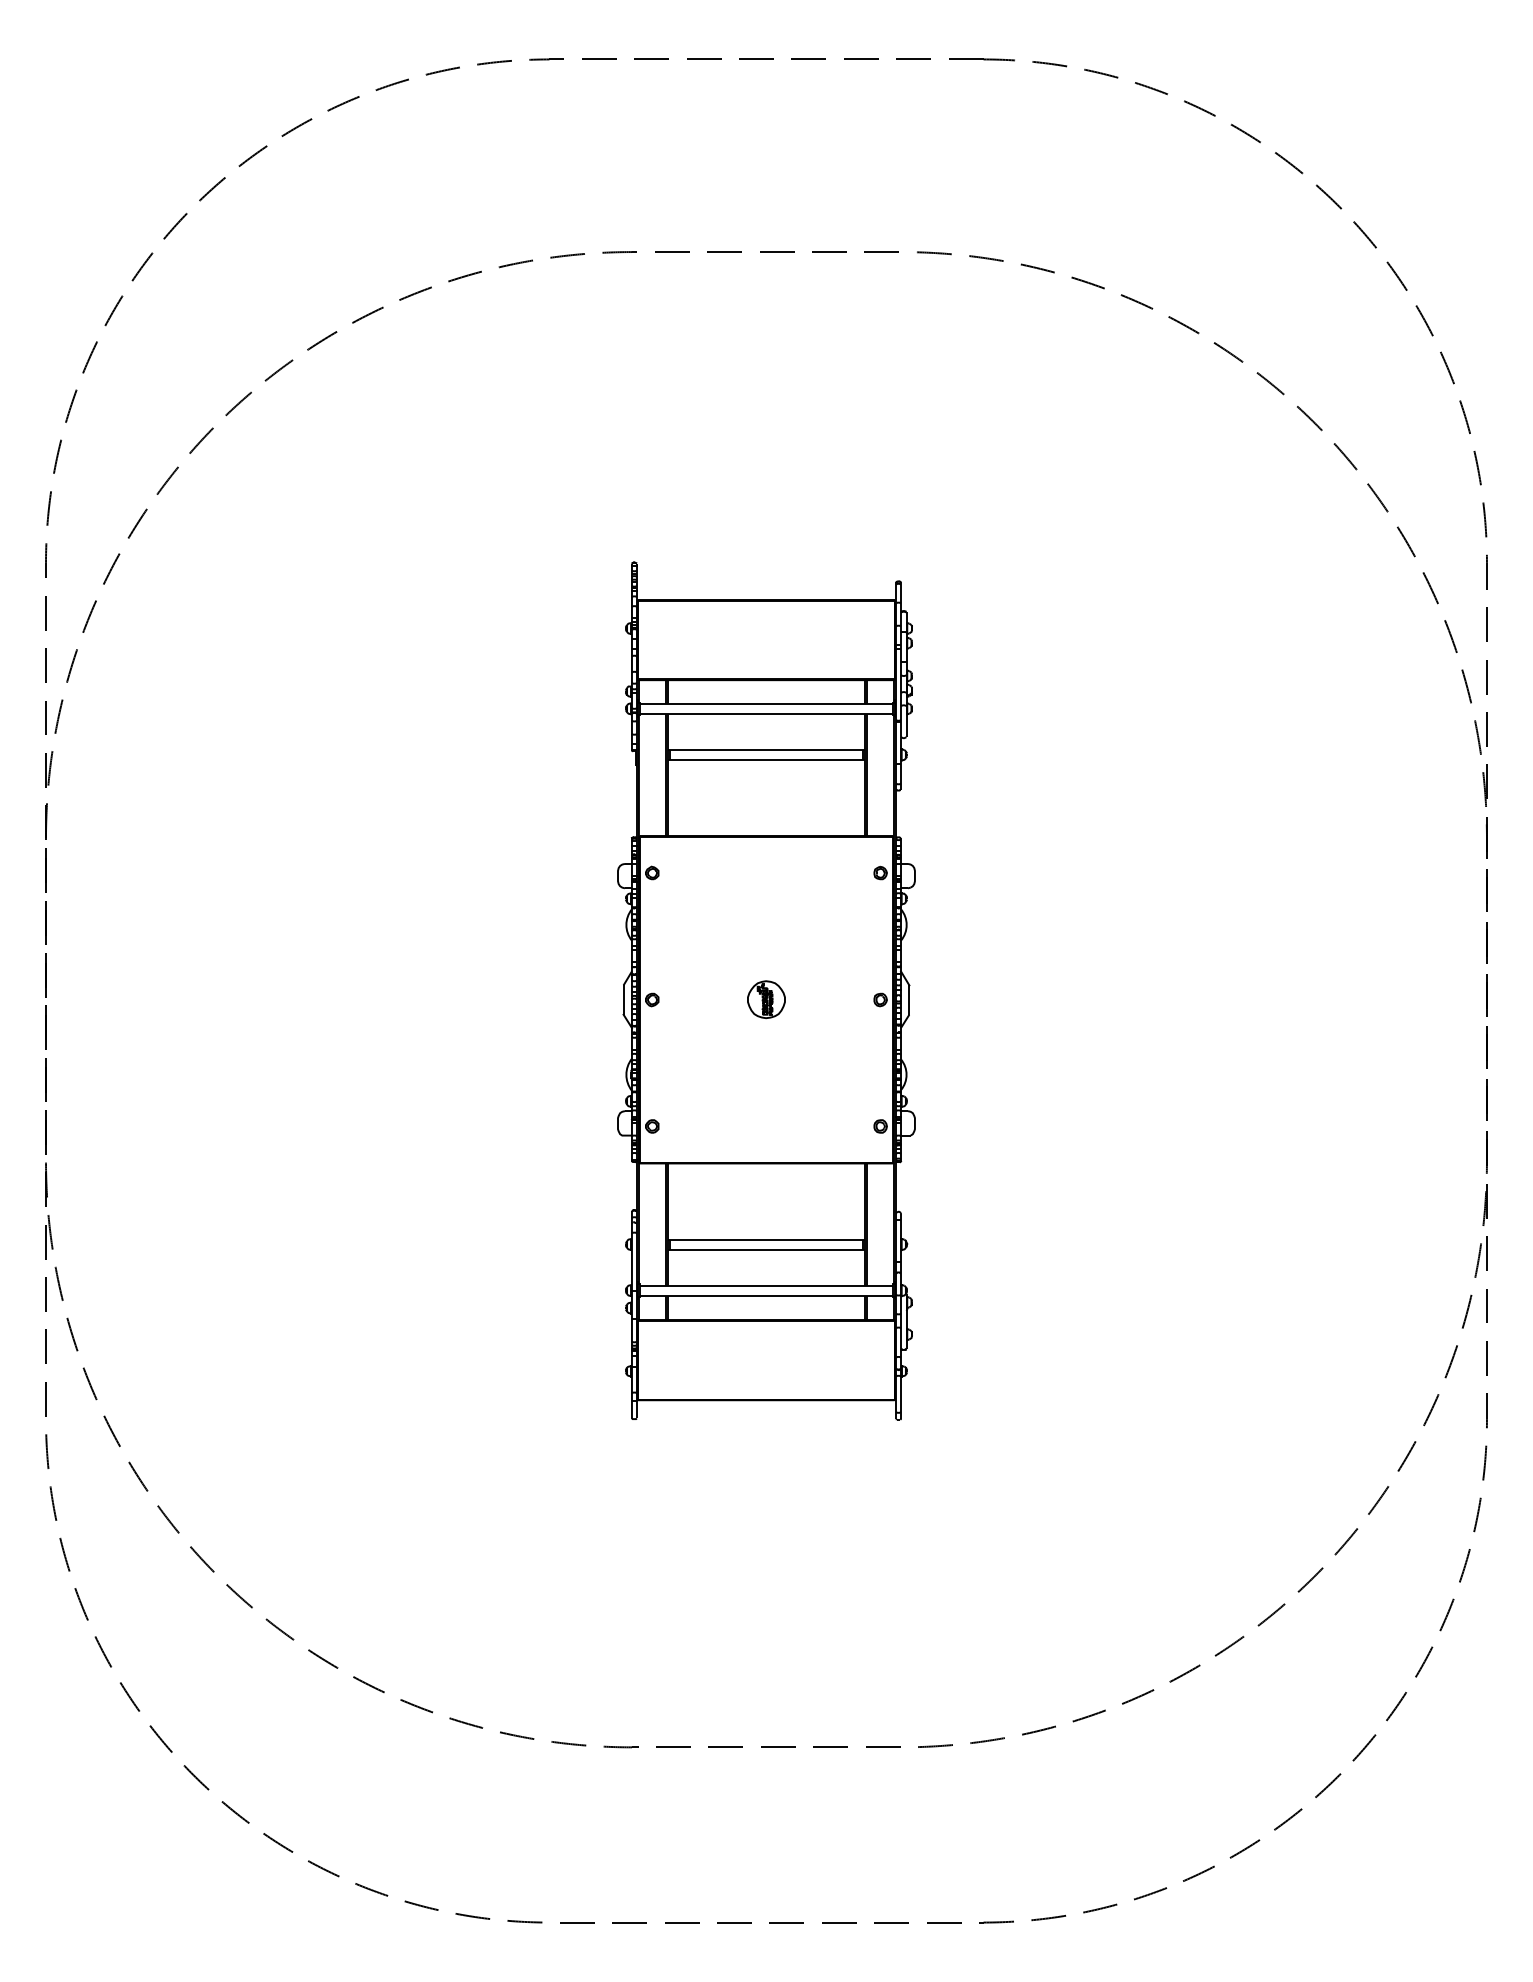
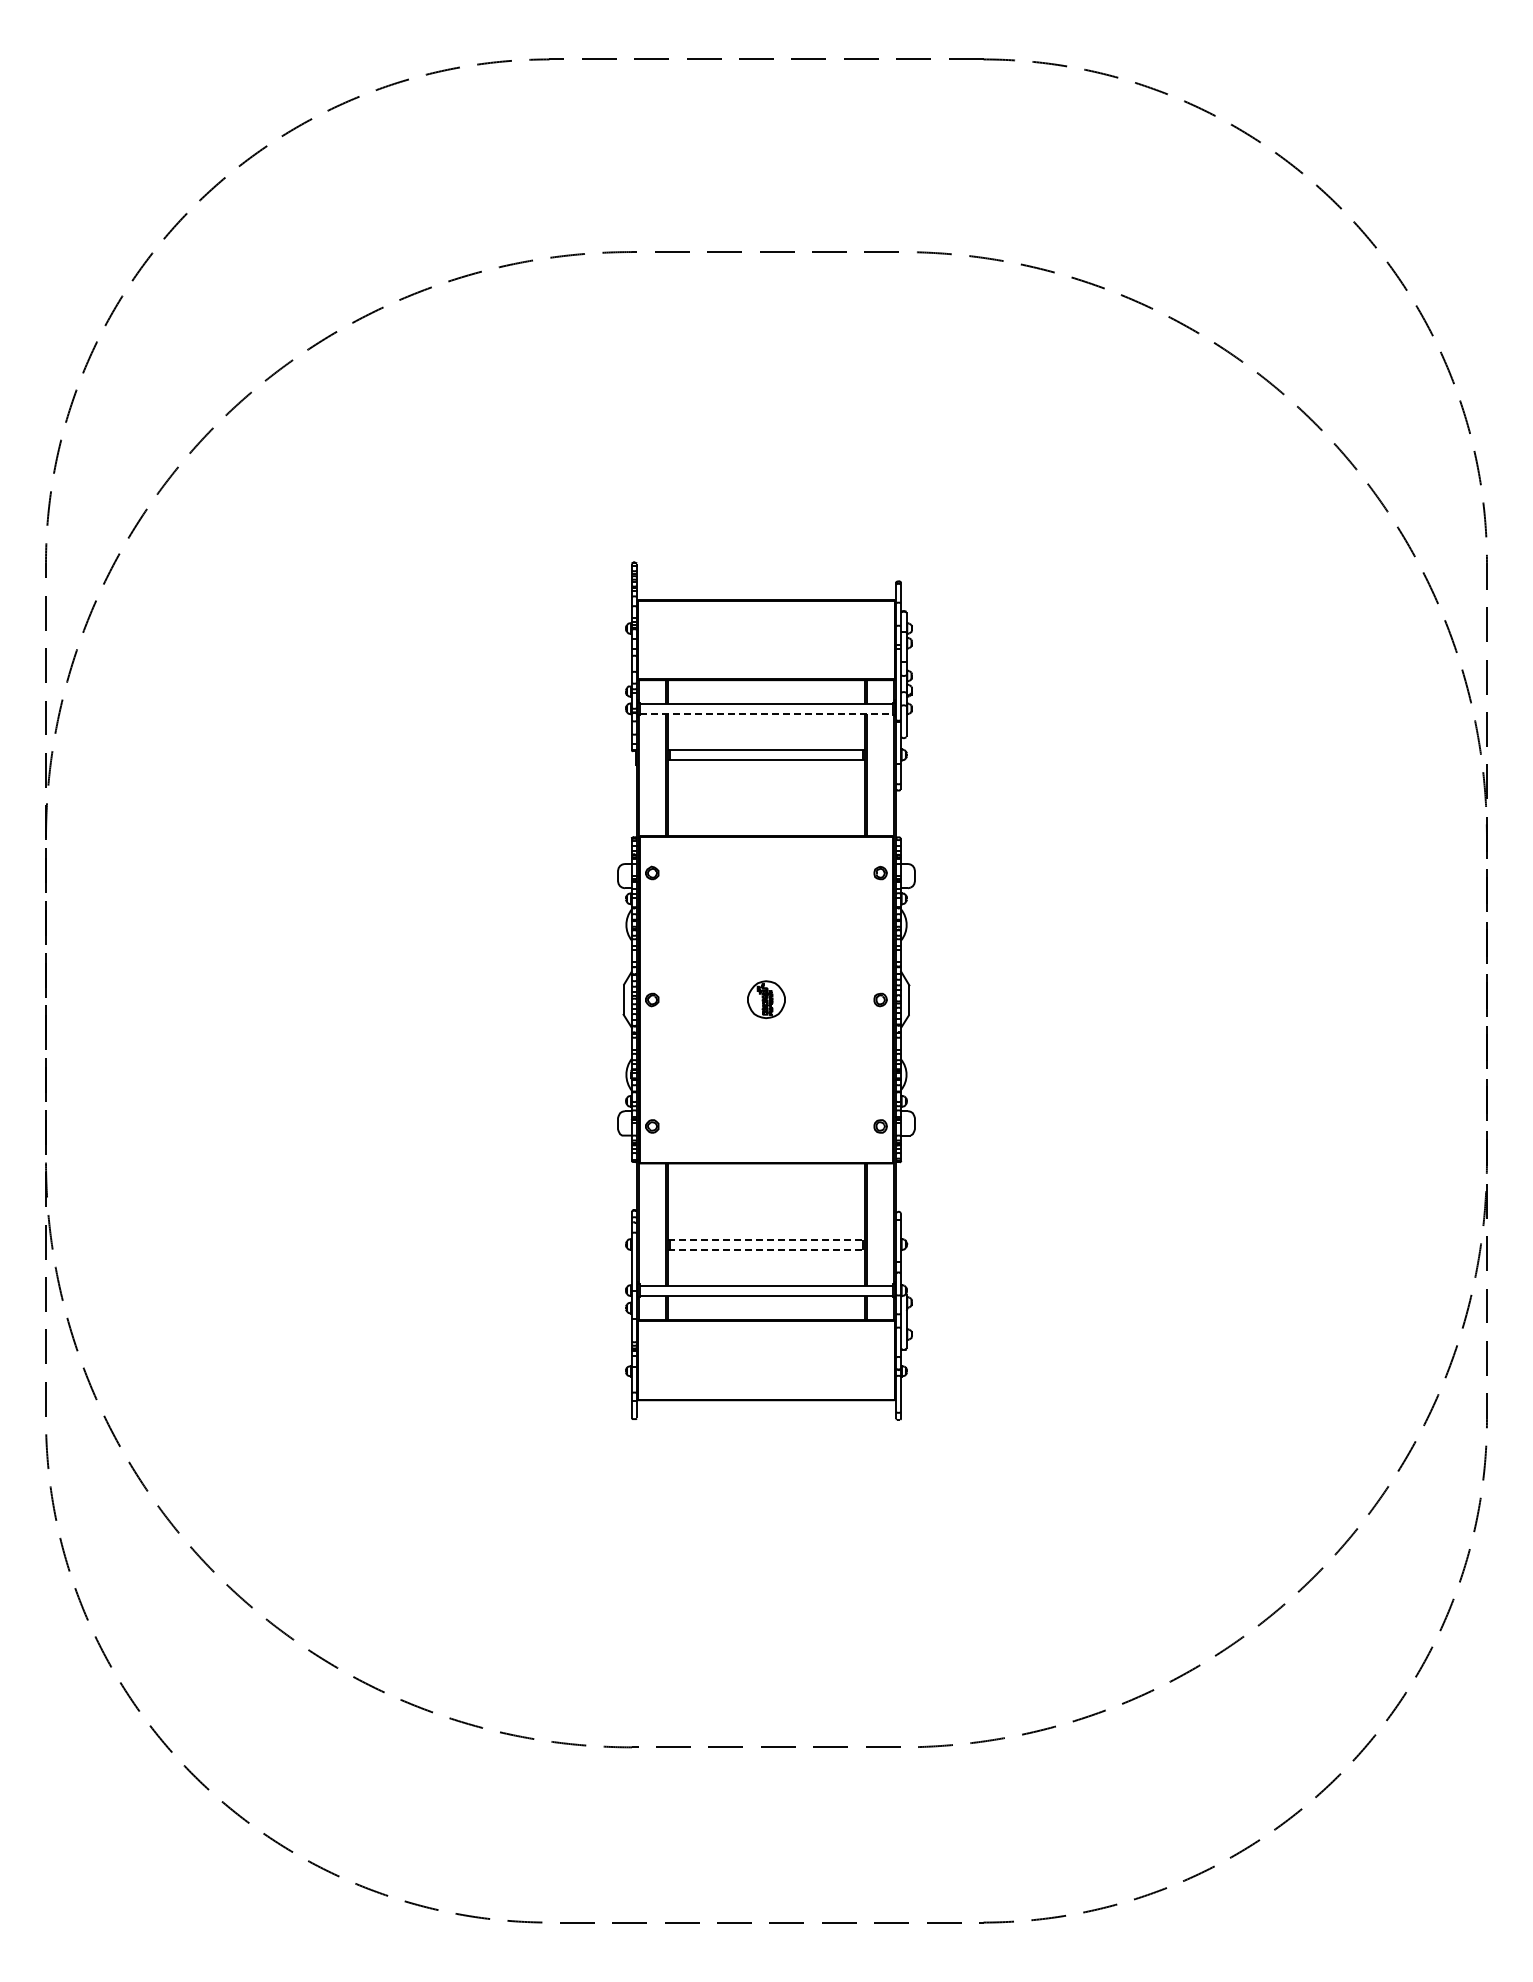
line at (766, 714): solid -> dashed
line at (766, 1239): solid -> dashed
line at (766, 1250): solid -> dashed
